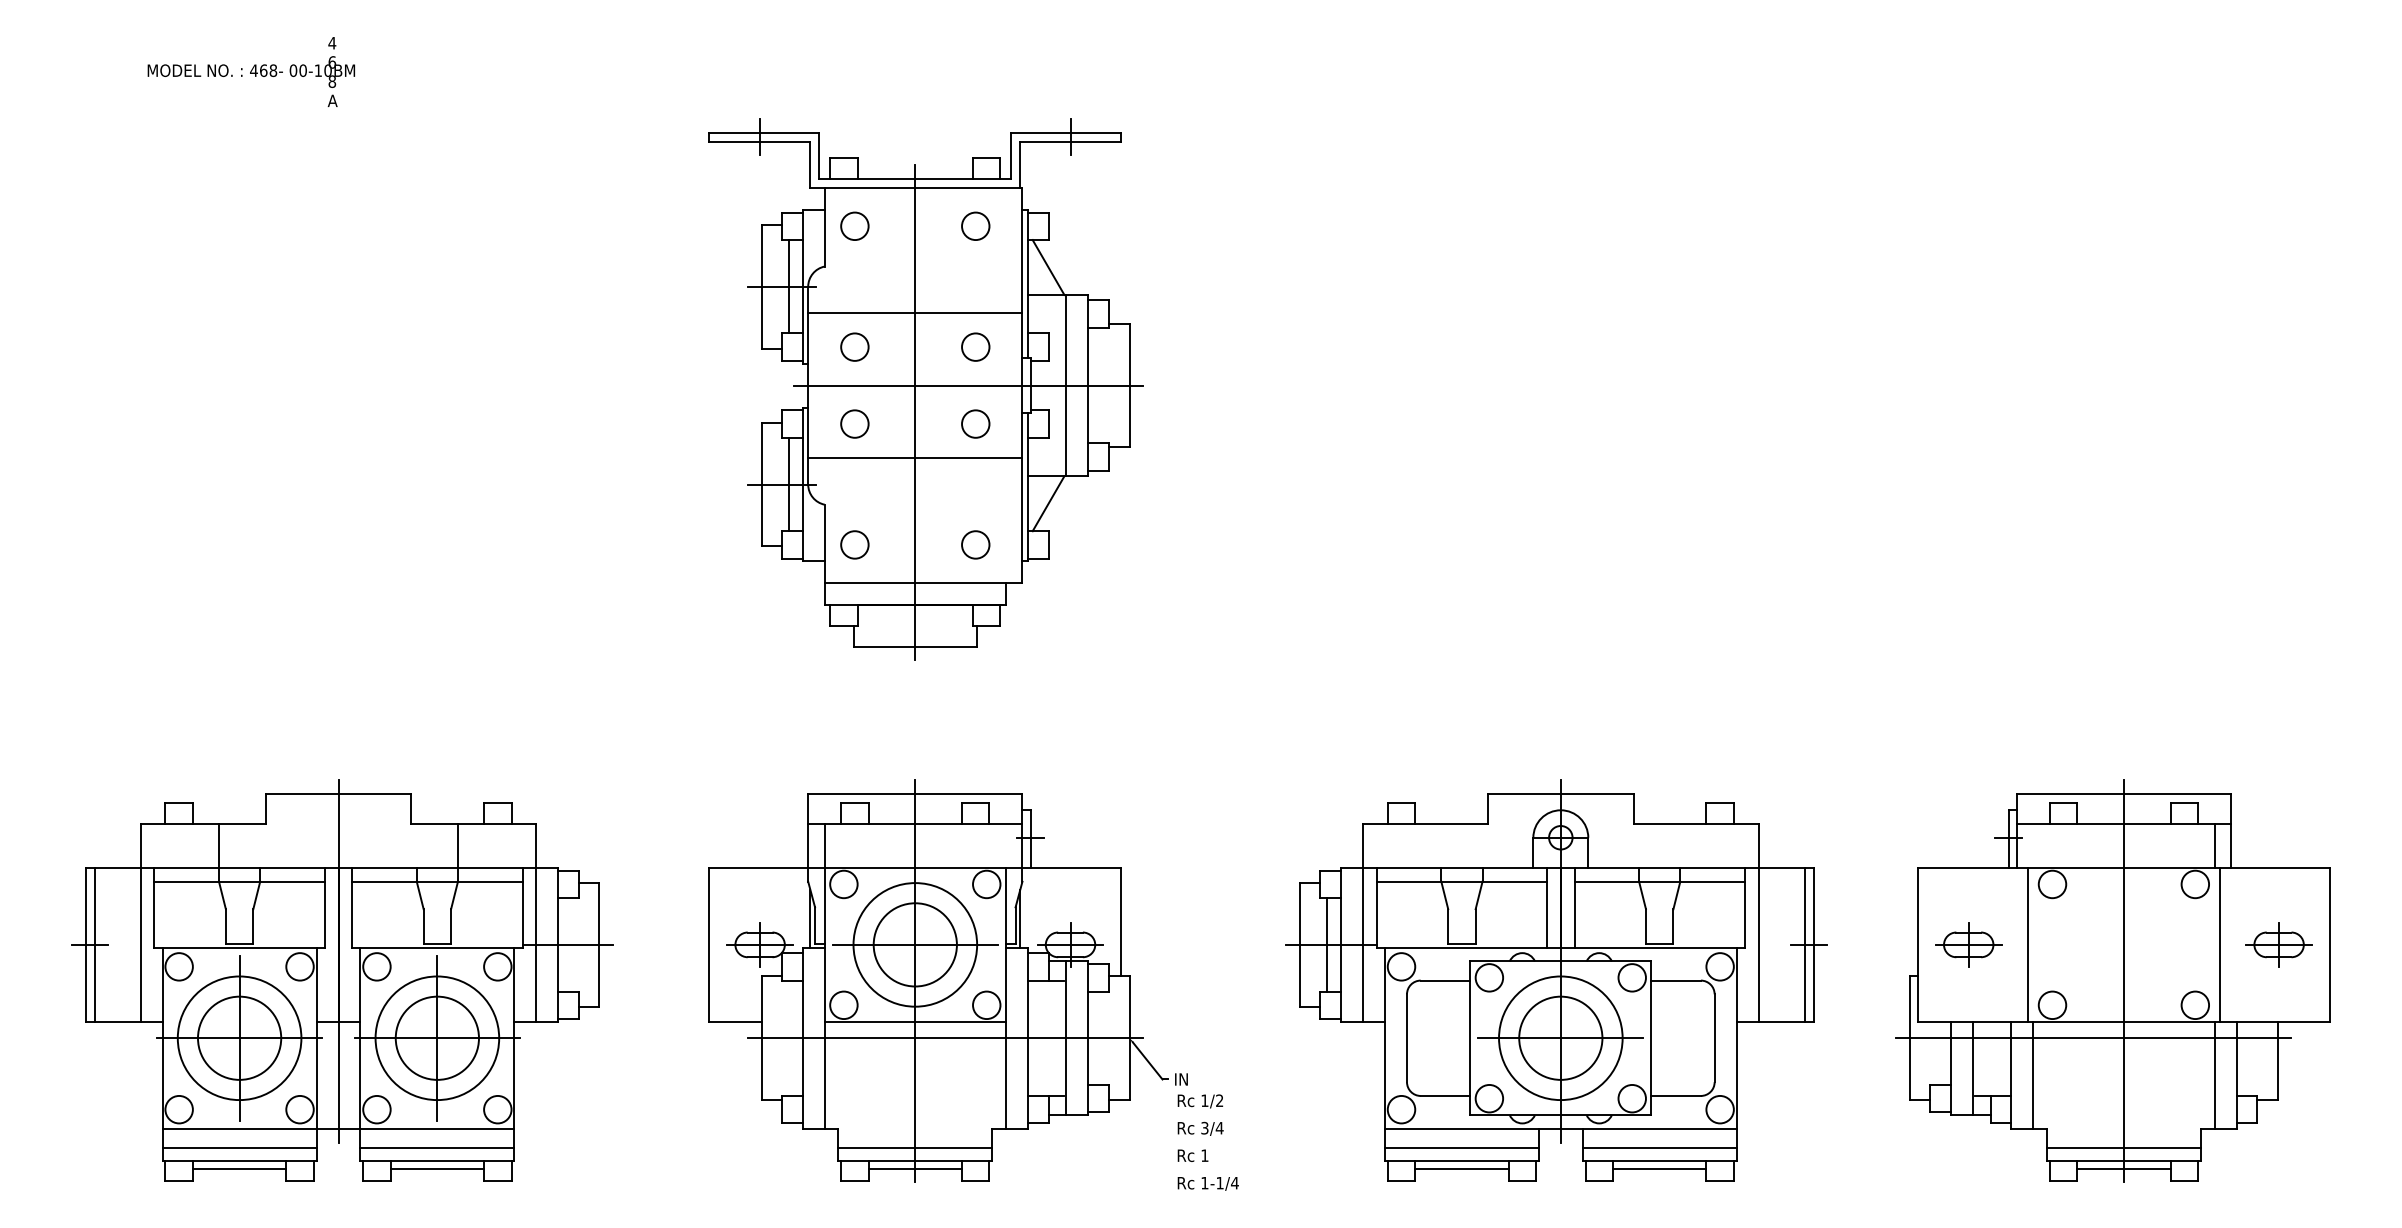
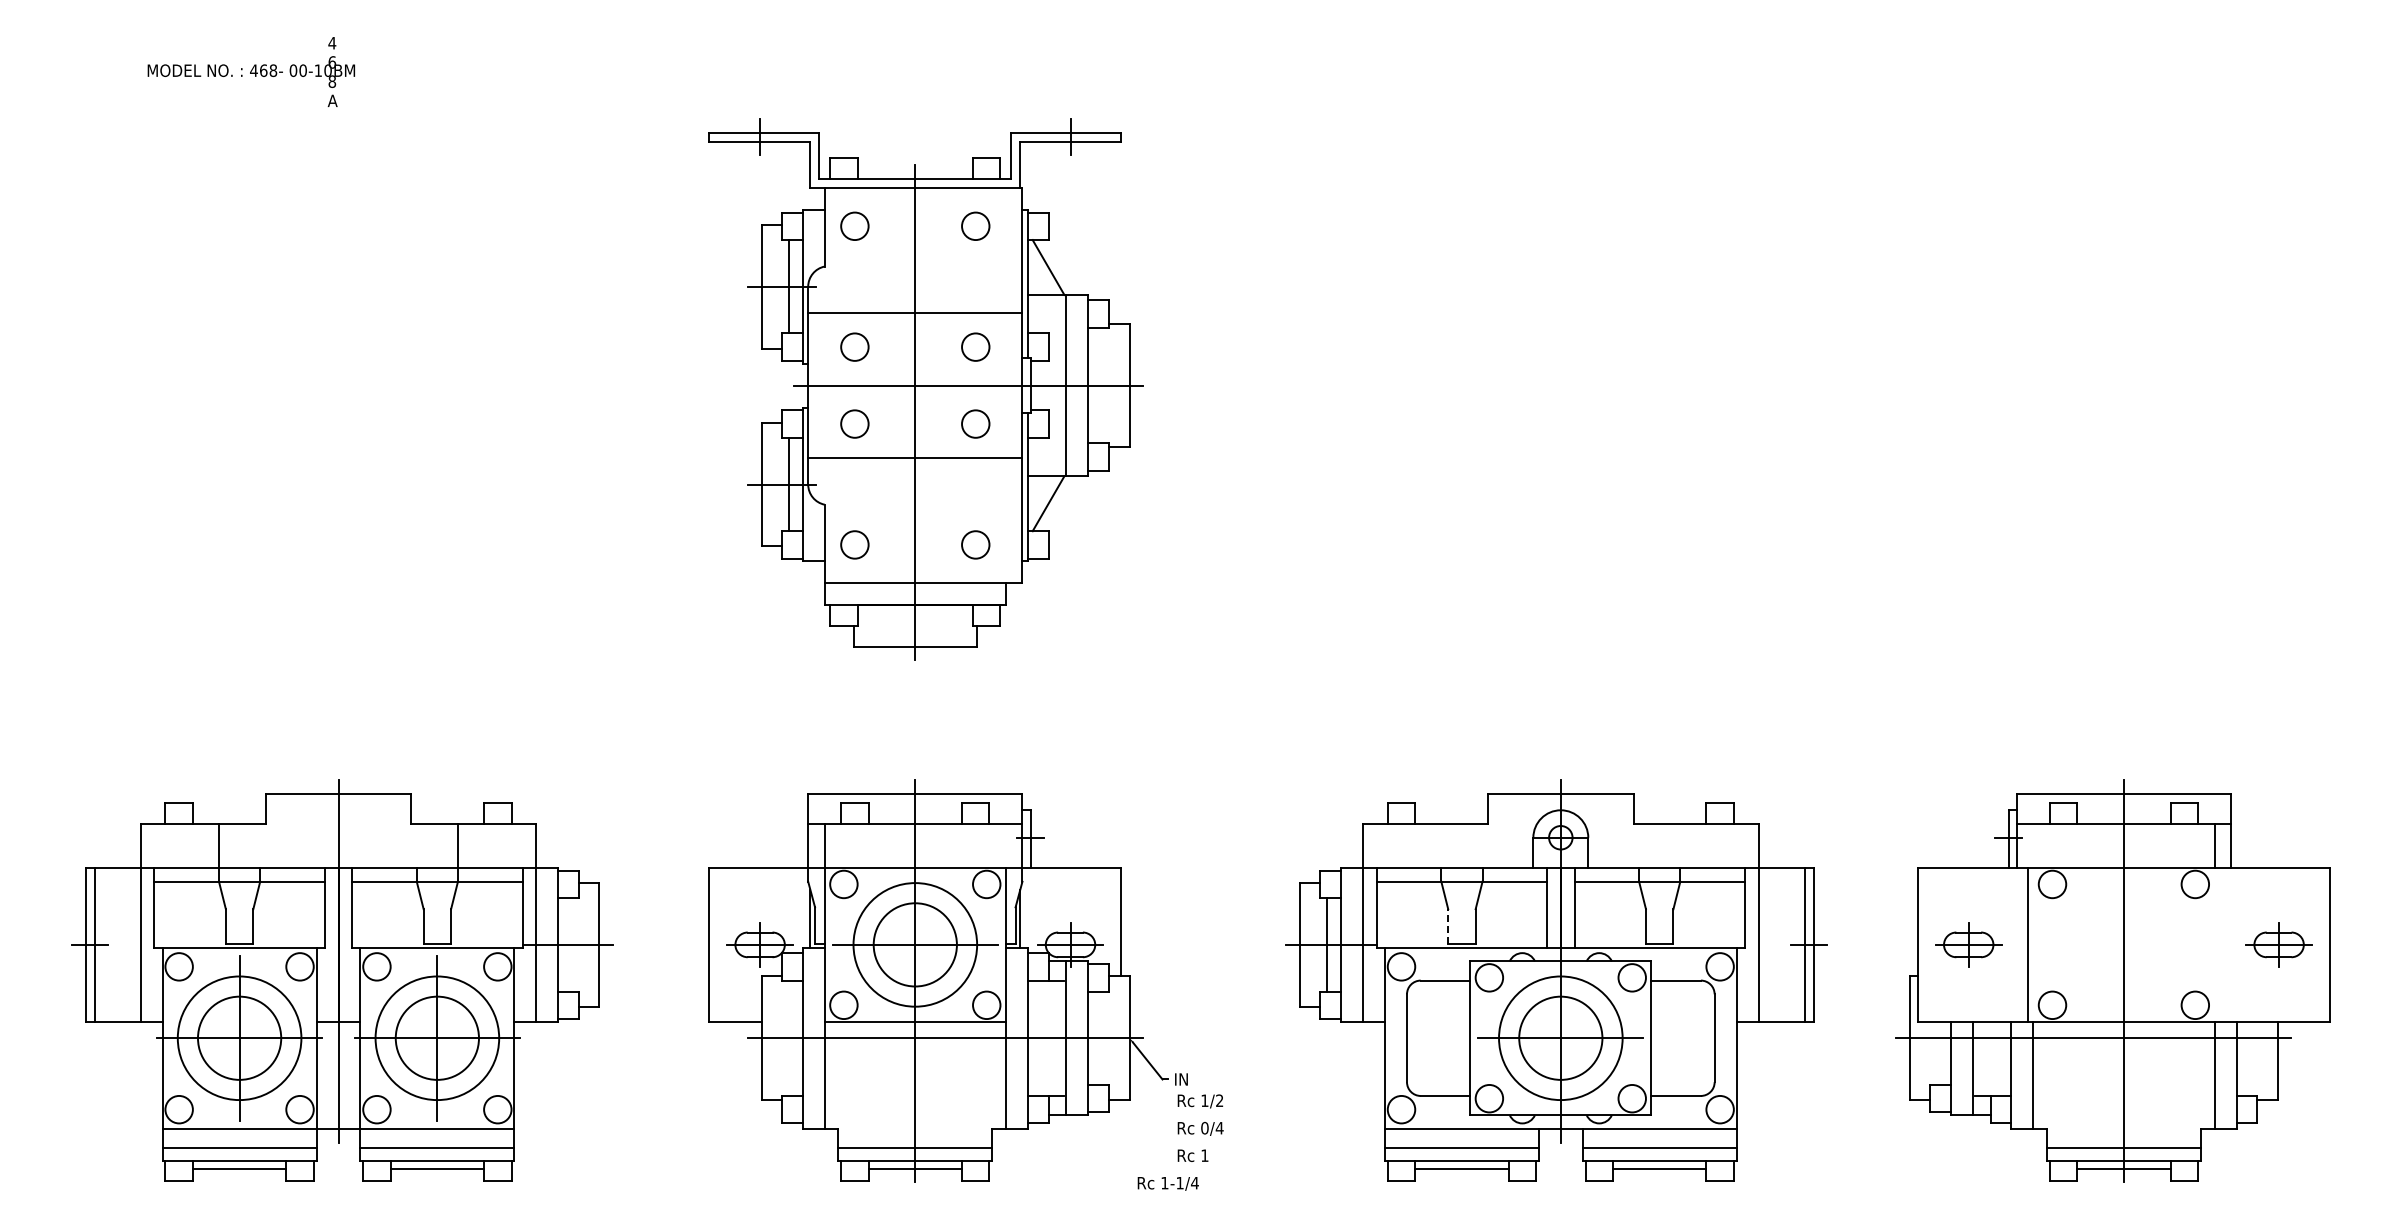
line at (1448, 926): solid -> dashed
line at (2220, 944): present -> none
text at (1204, 1128): 3/4 -> 0/4
text at (1207, 1183) position: (1207, 1183) -> (1167, 1183)
